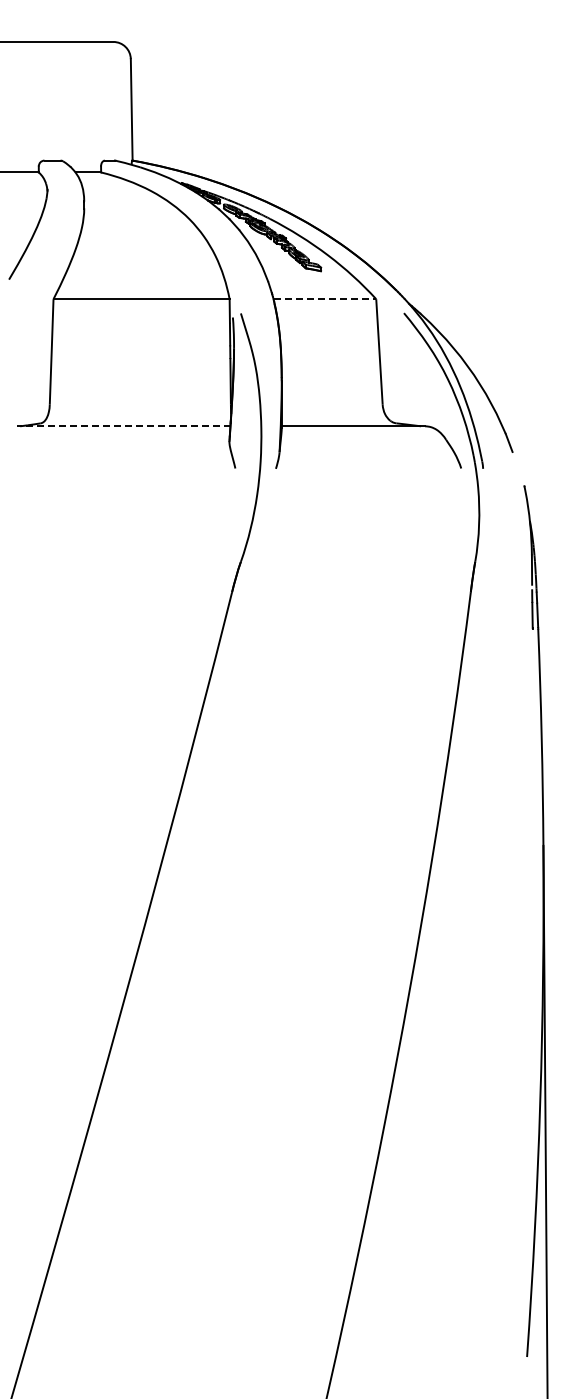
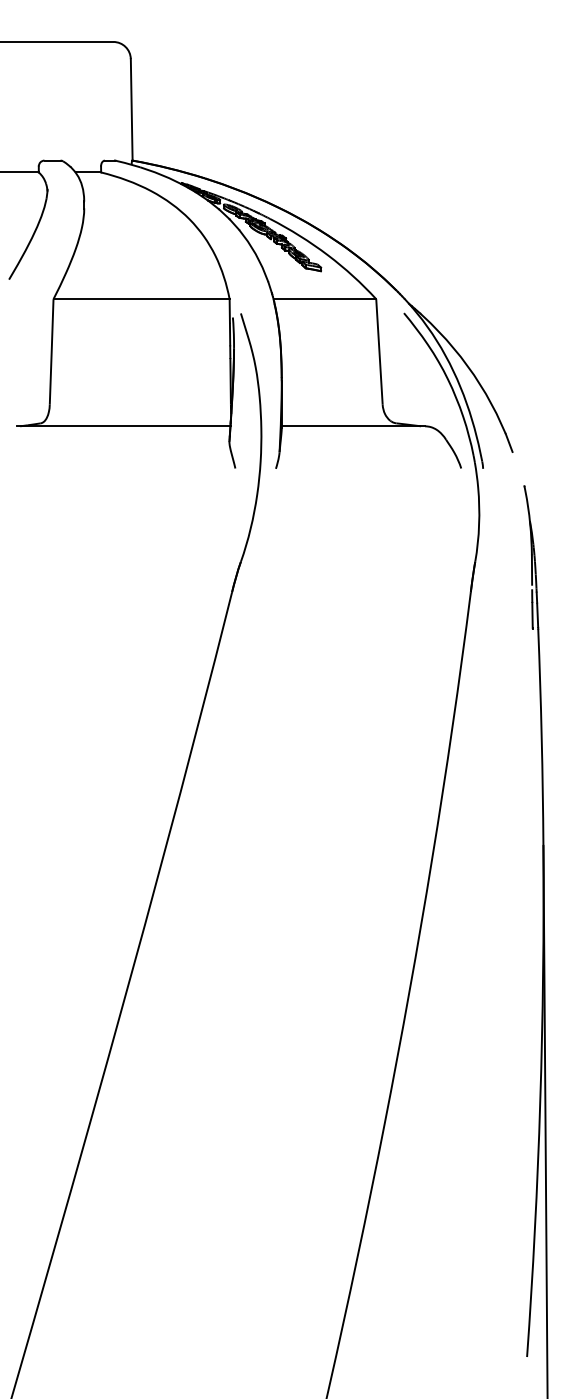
line at (325, 299): dashed -> solid
line at (123, 426): dashed -> solid
